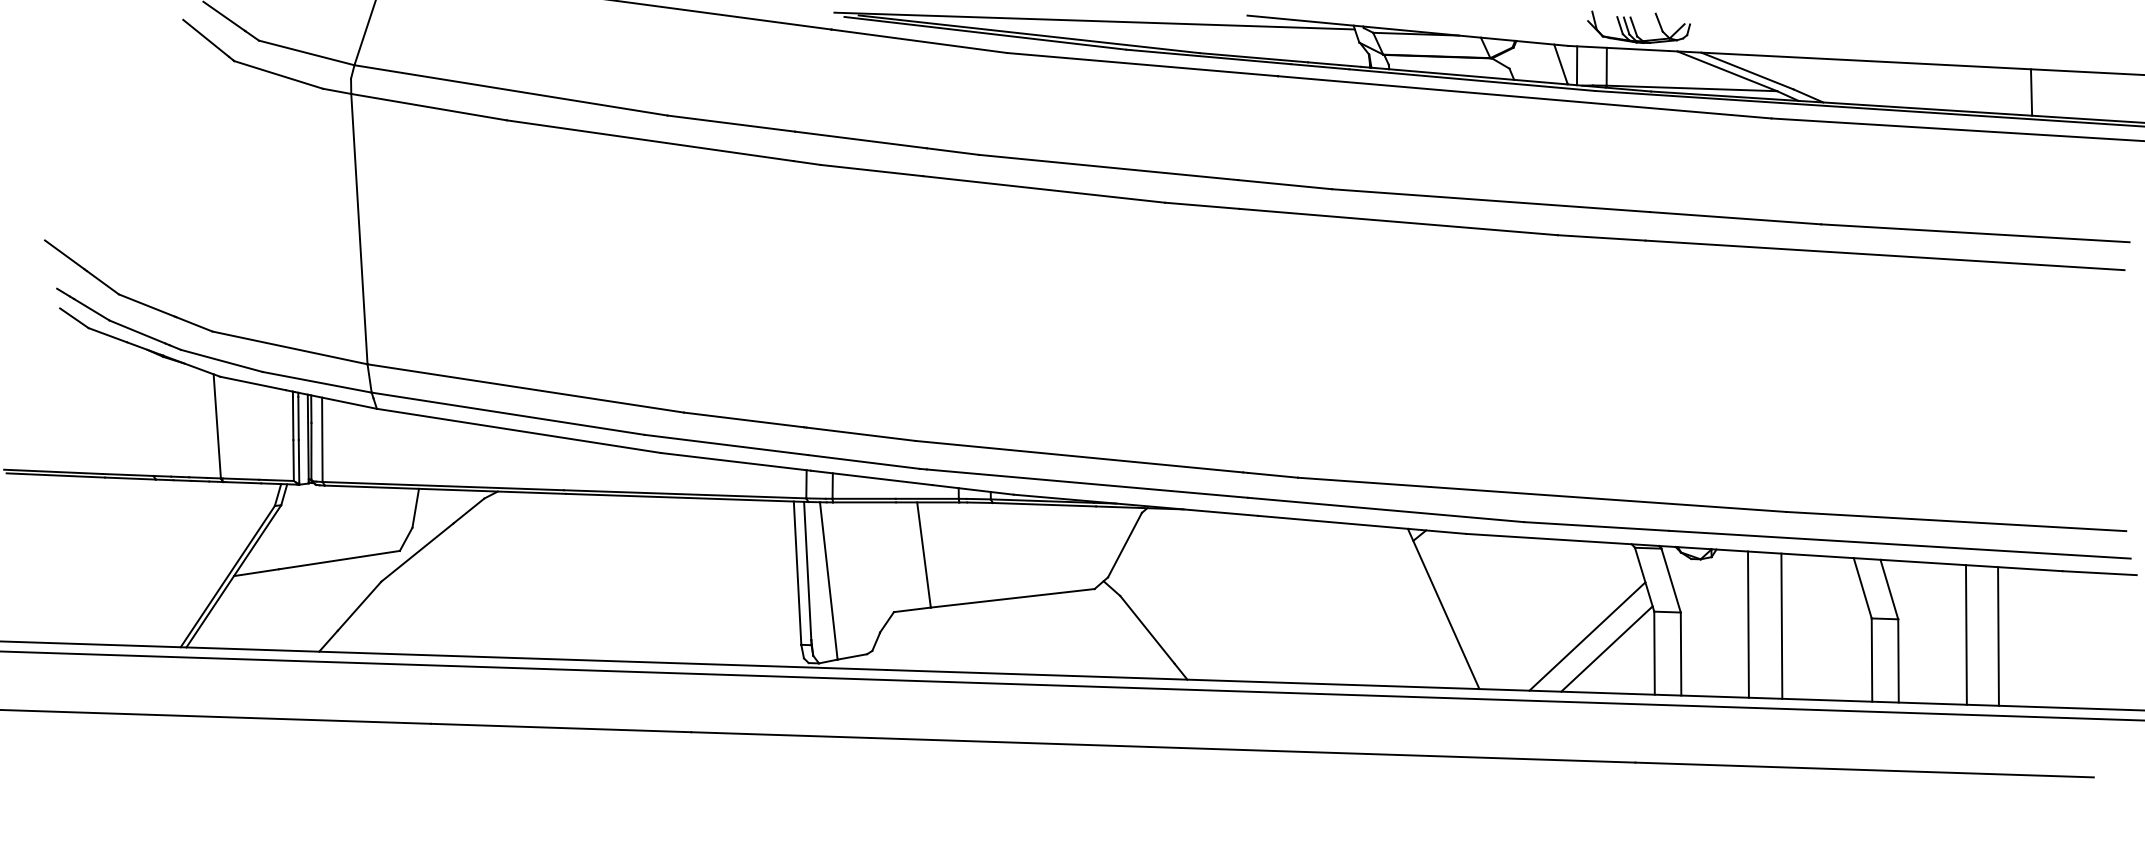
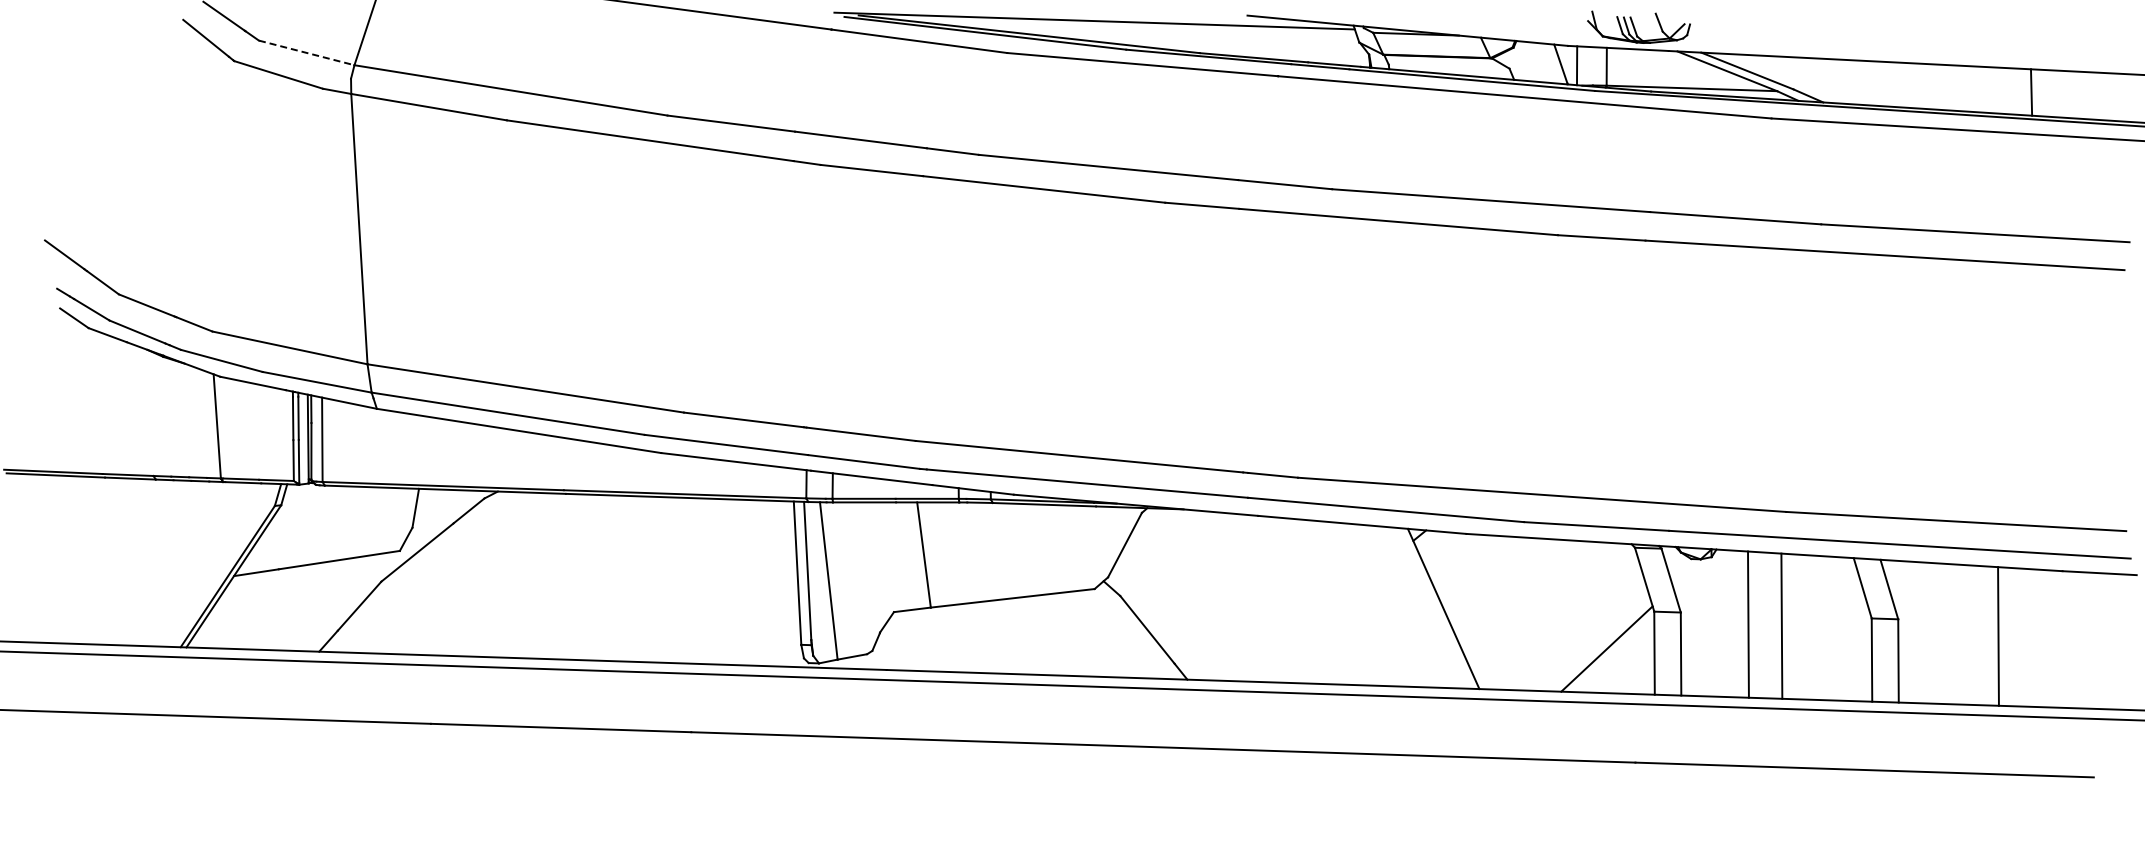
line at (307, 53): solid -> dashed
line at (1966, 634): present -> none
line at (1587, 636): present -> none
